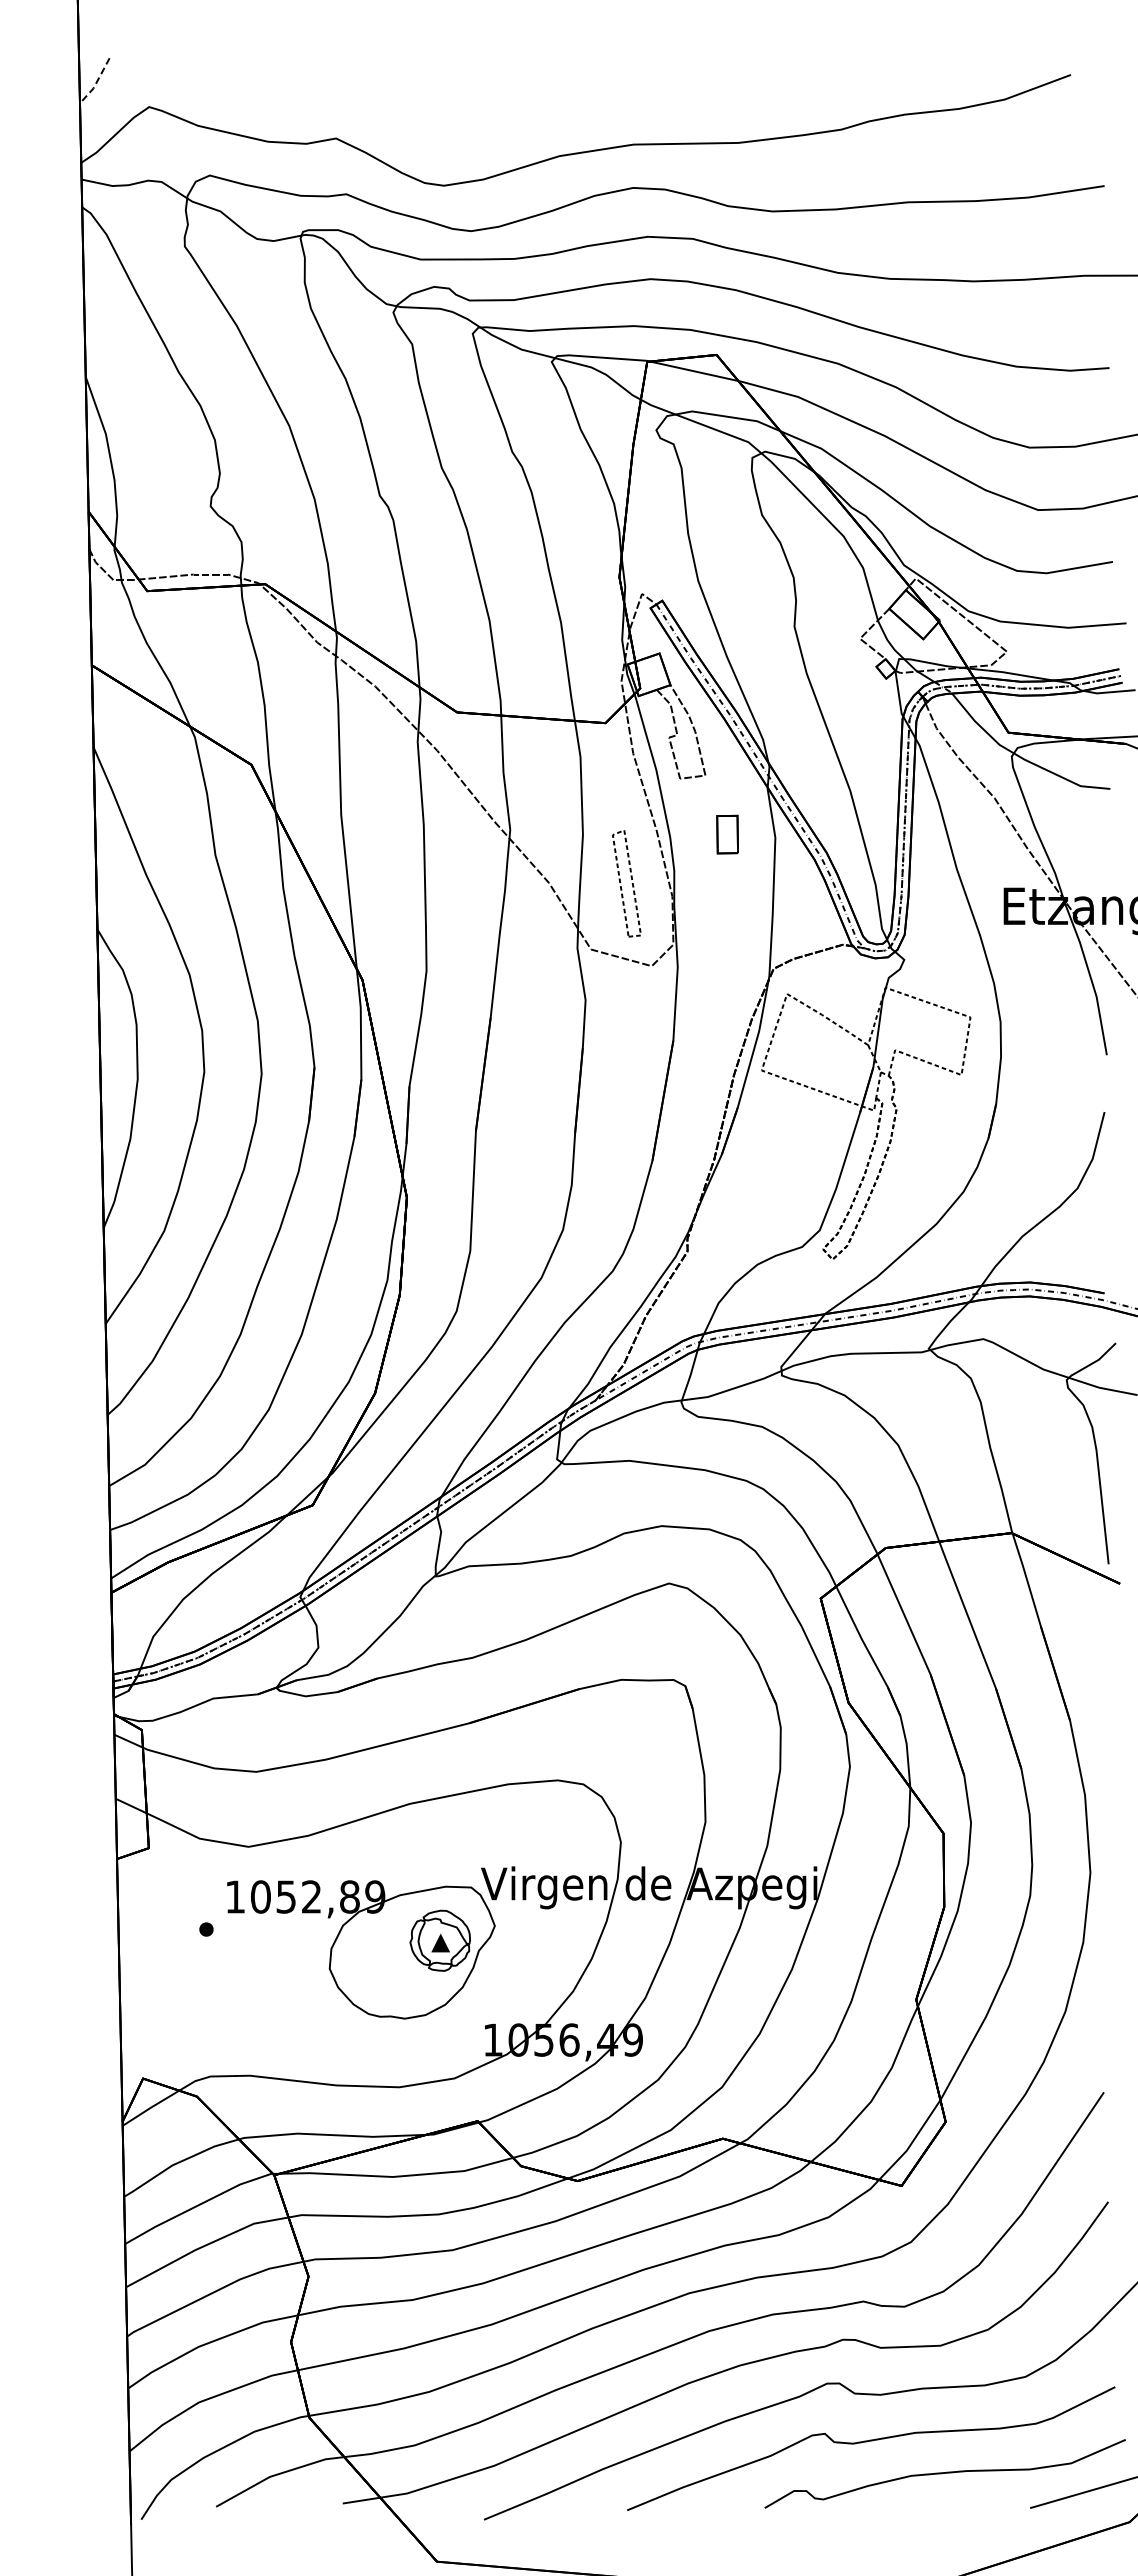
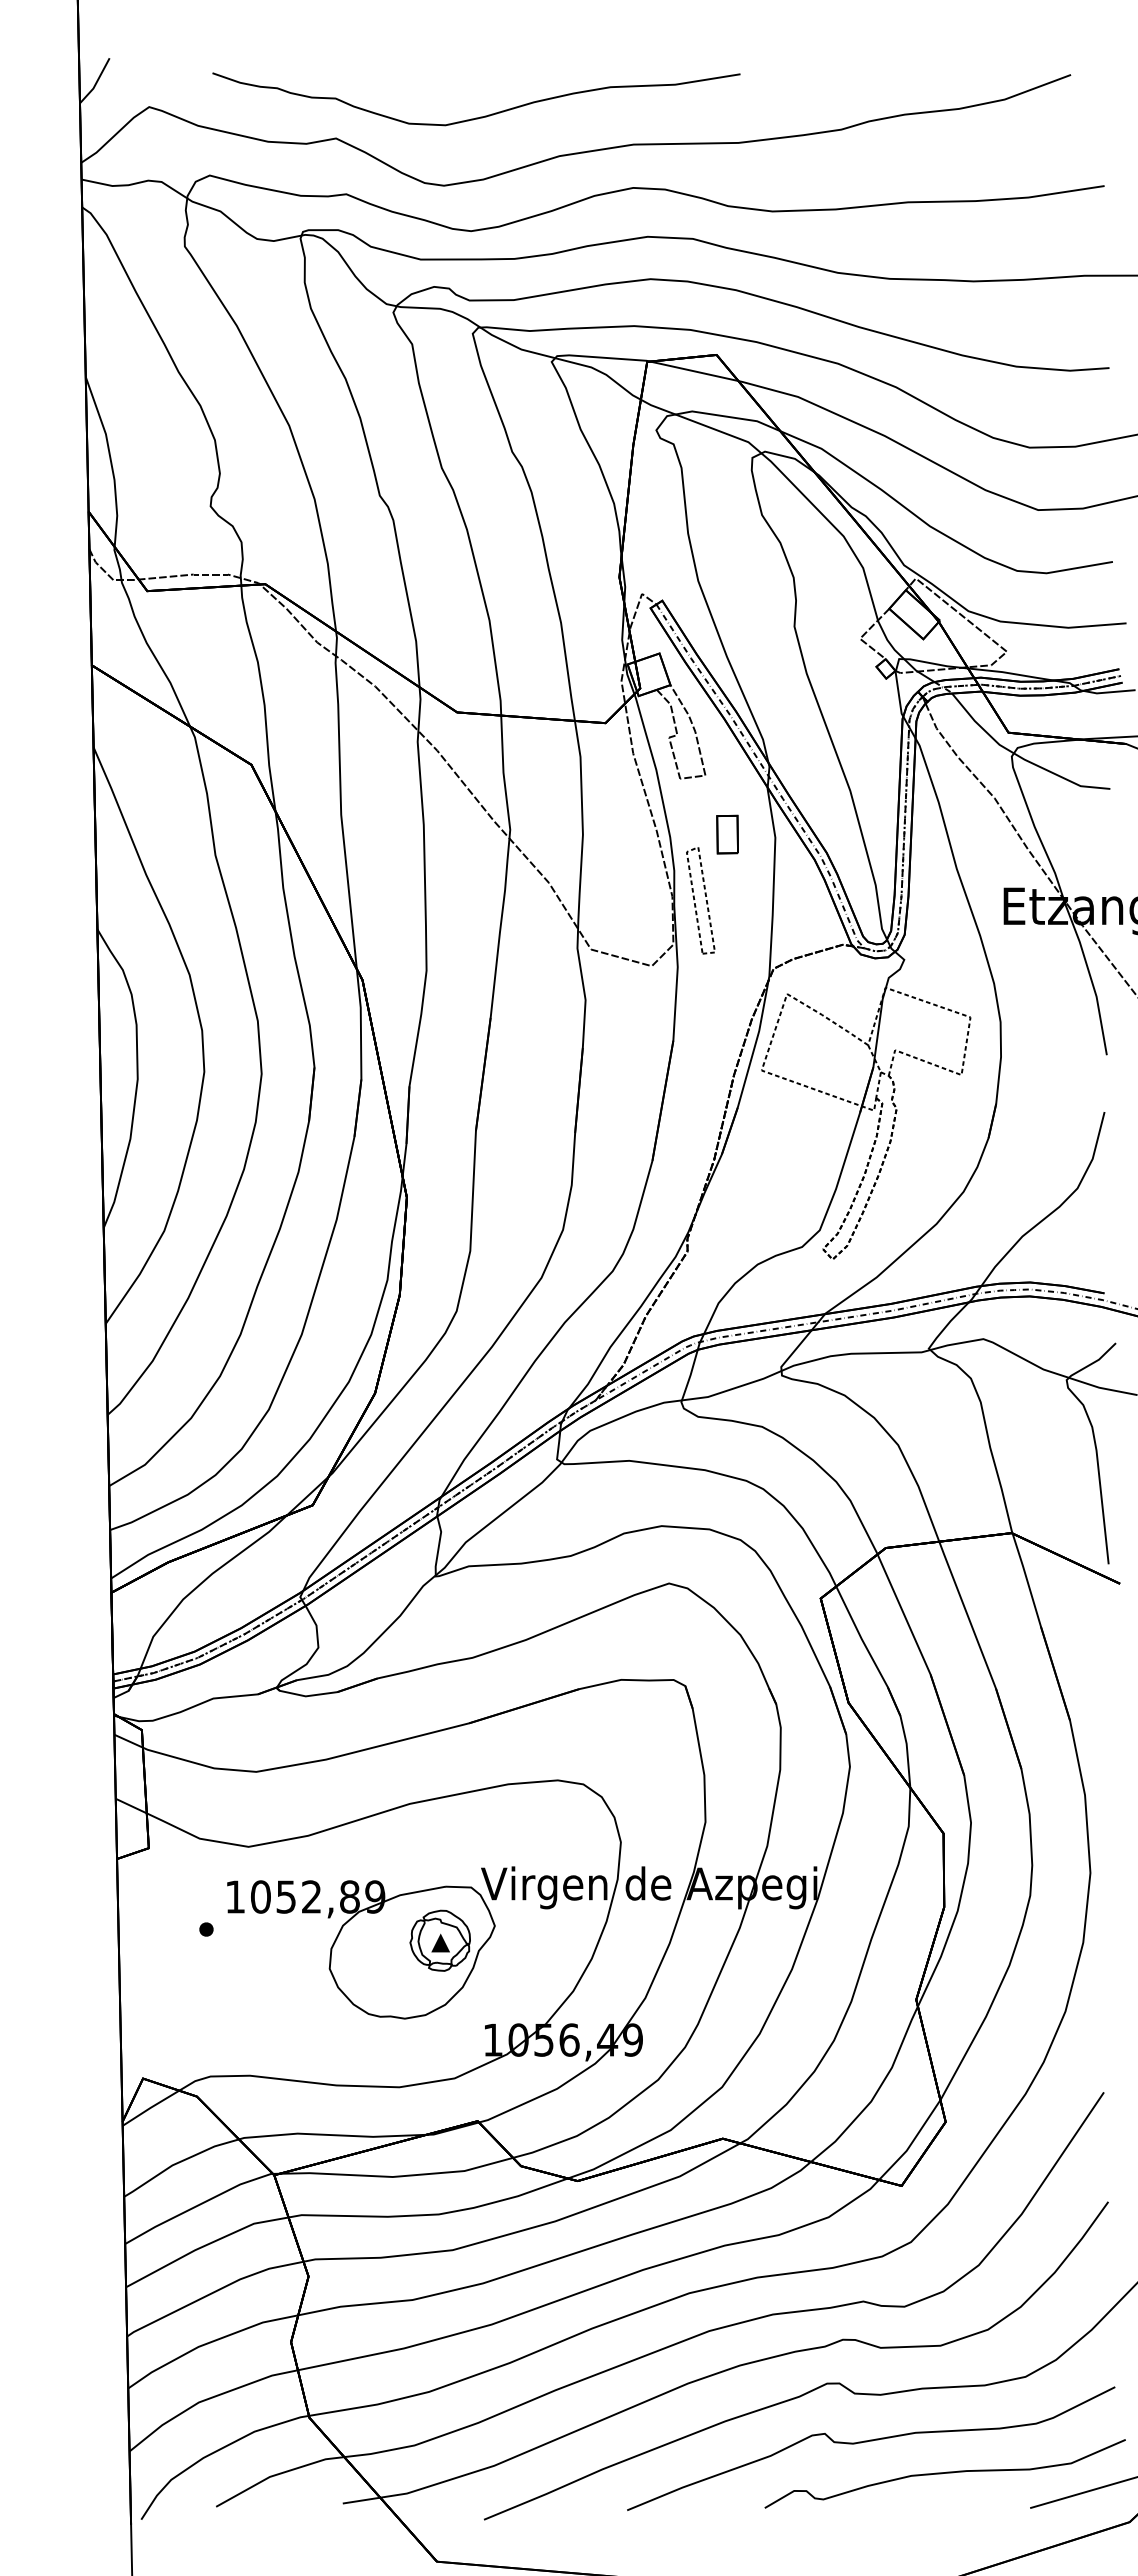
line at (96, 82): dashed -> solid
curve at (480, 116): none -> present
part at (626, 883) position: (626, 883) -> (700, 900)
